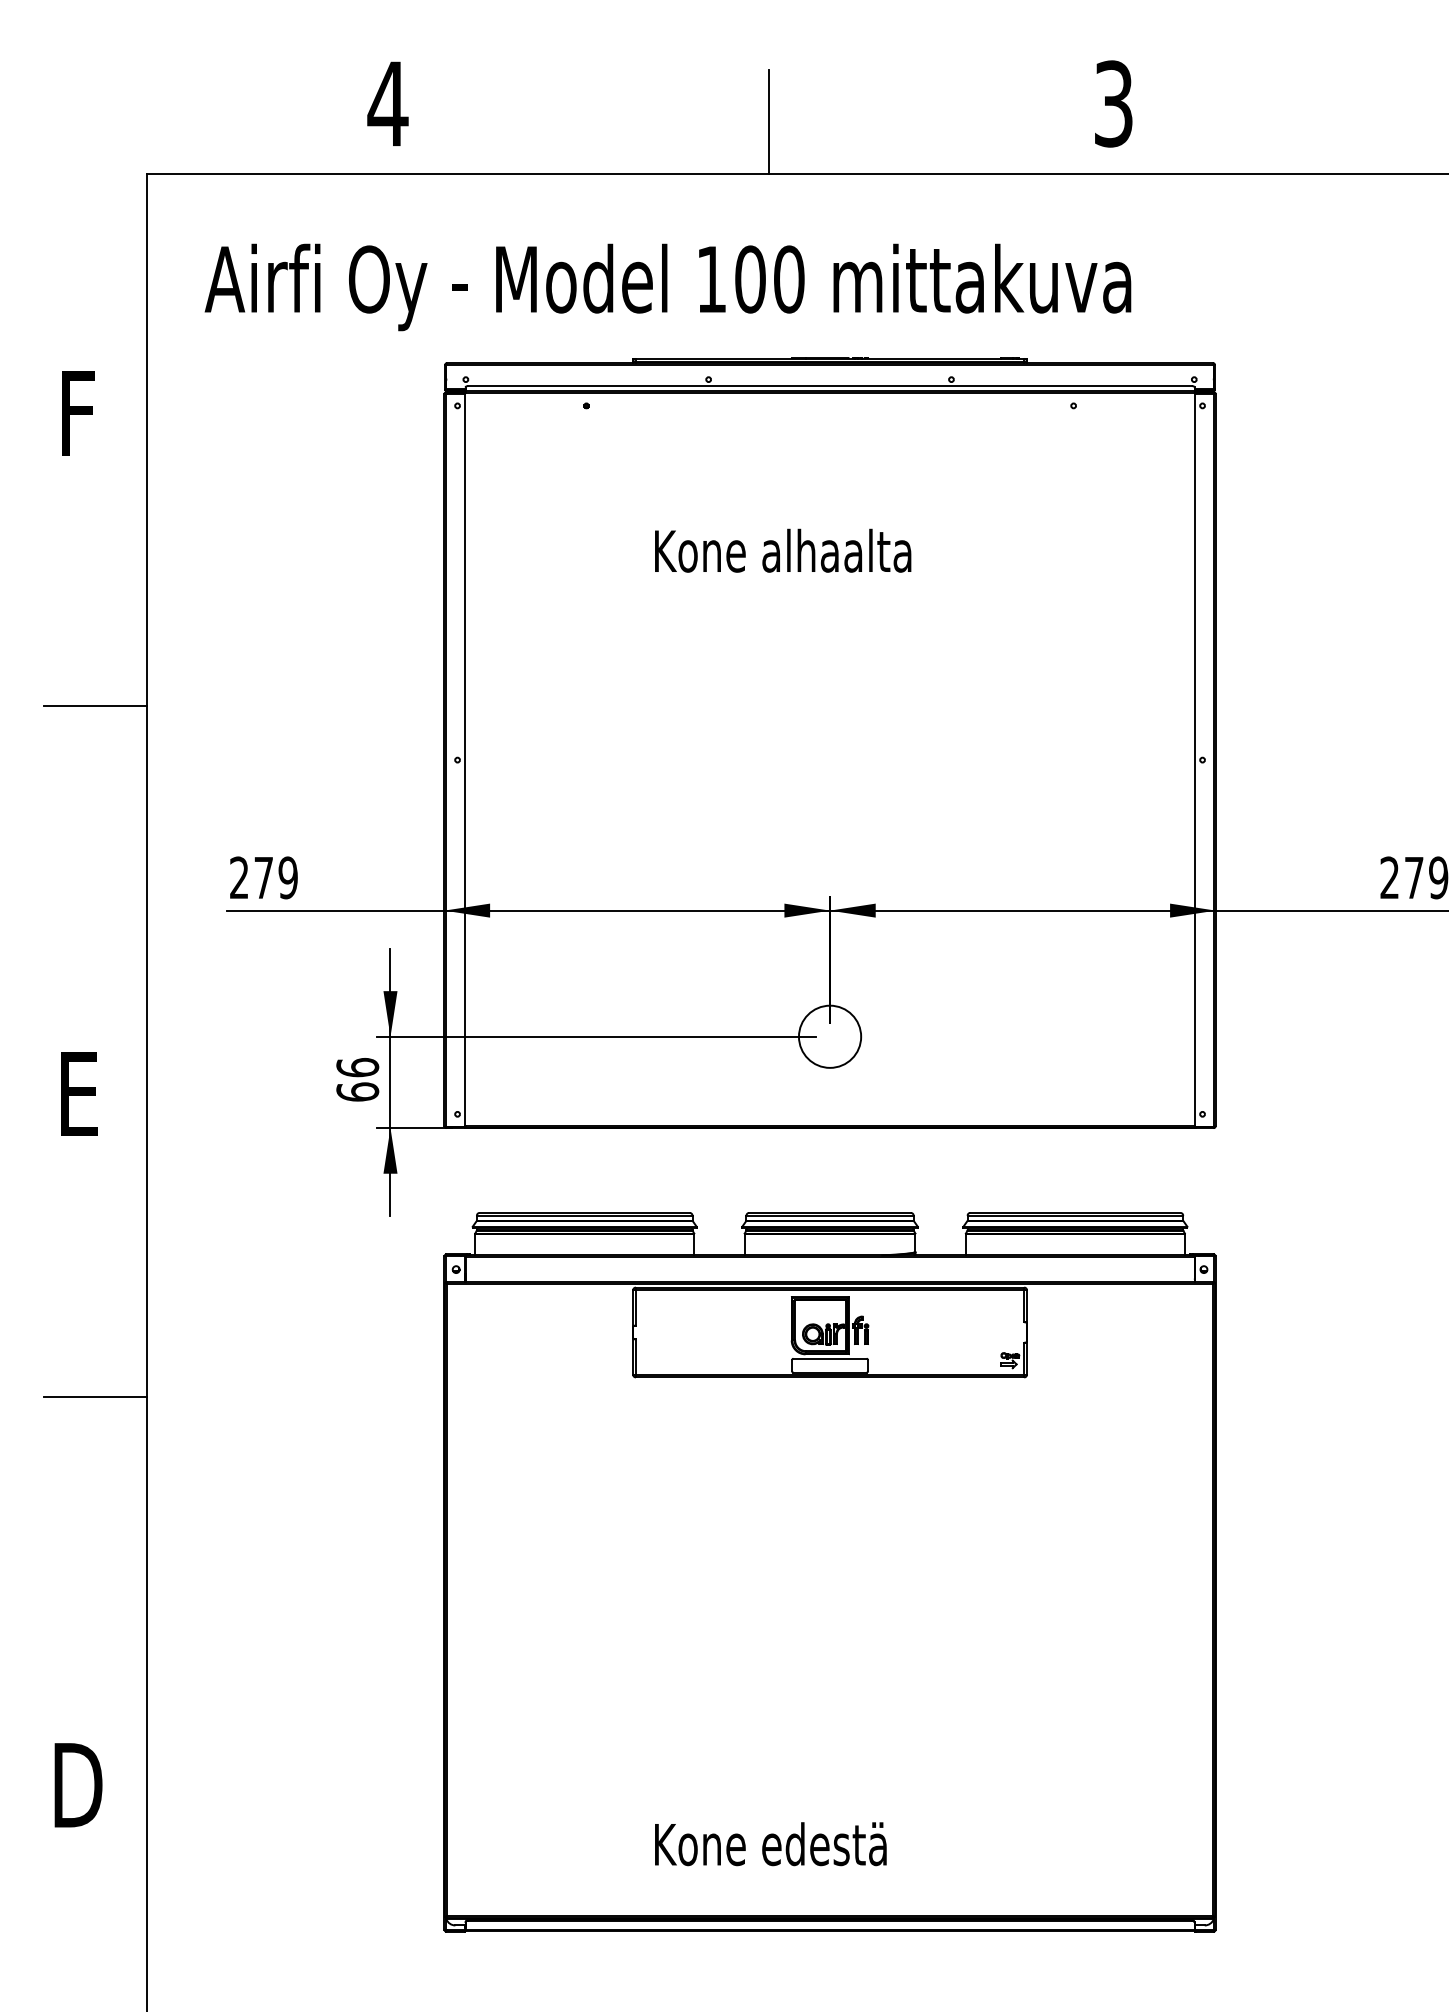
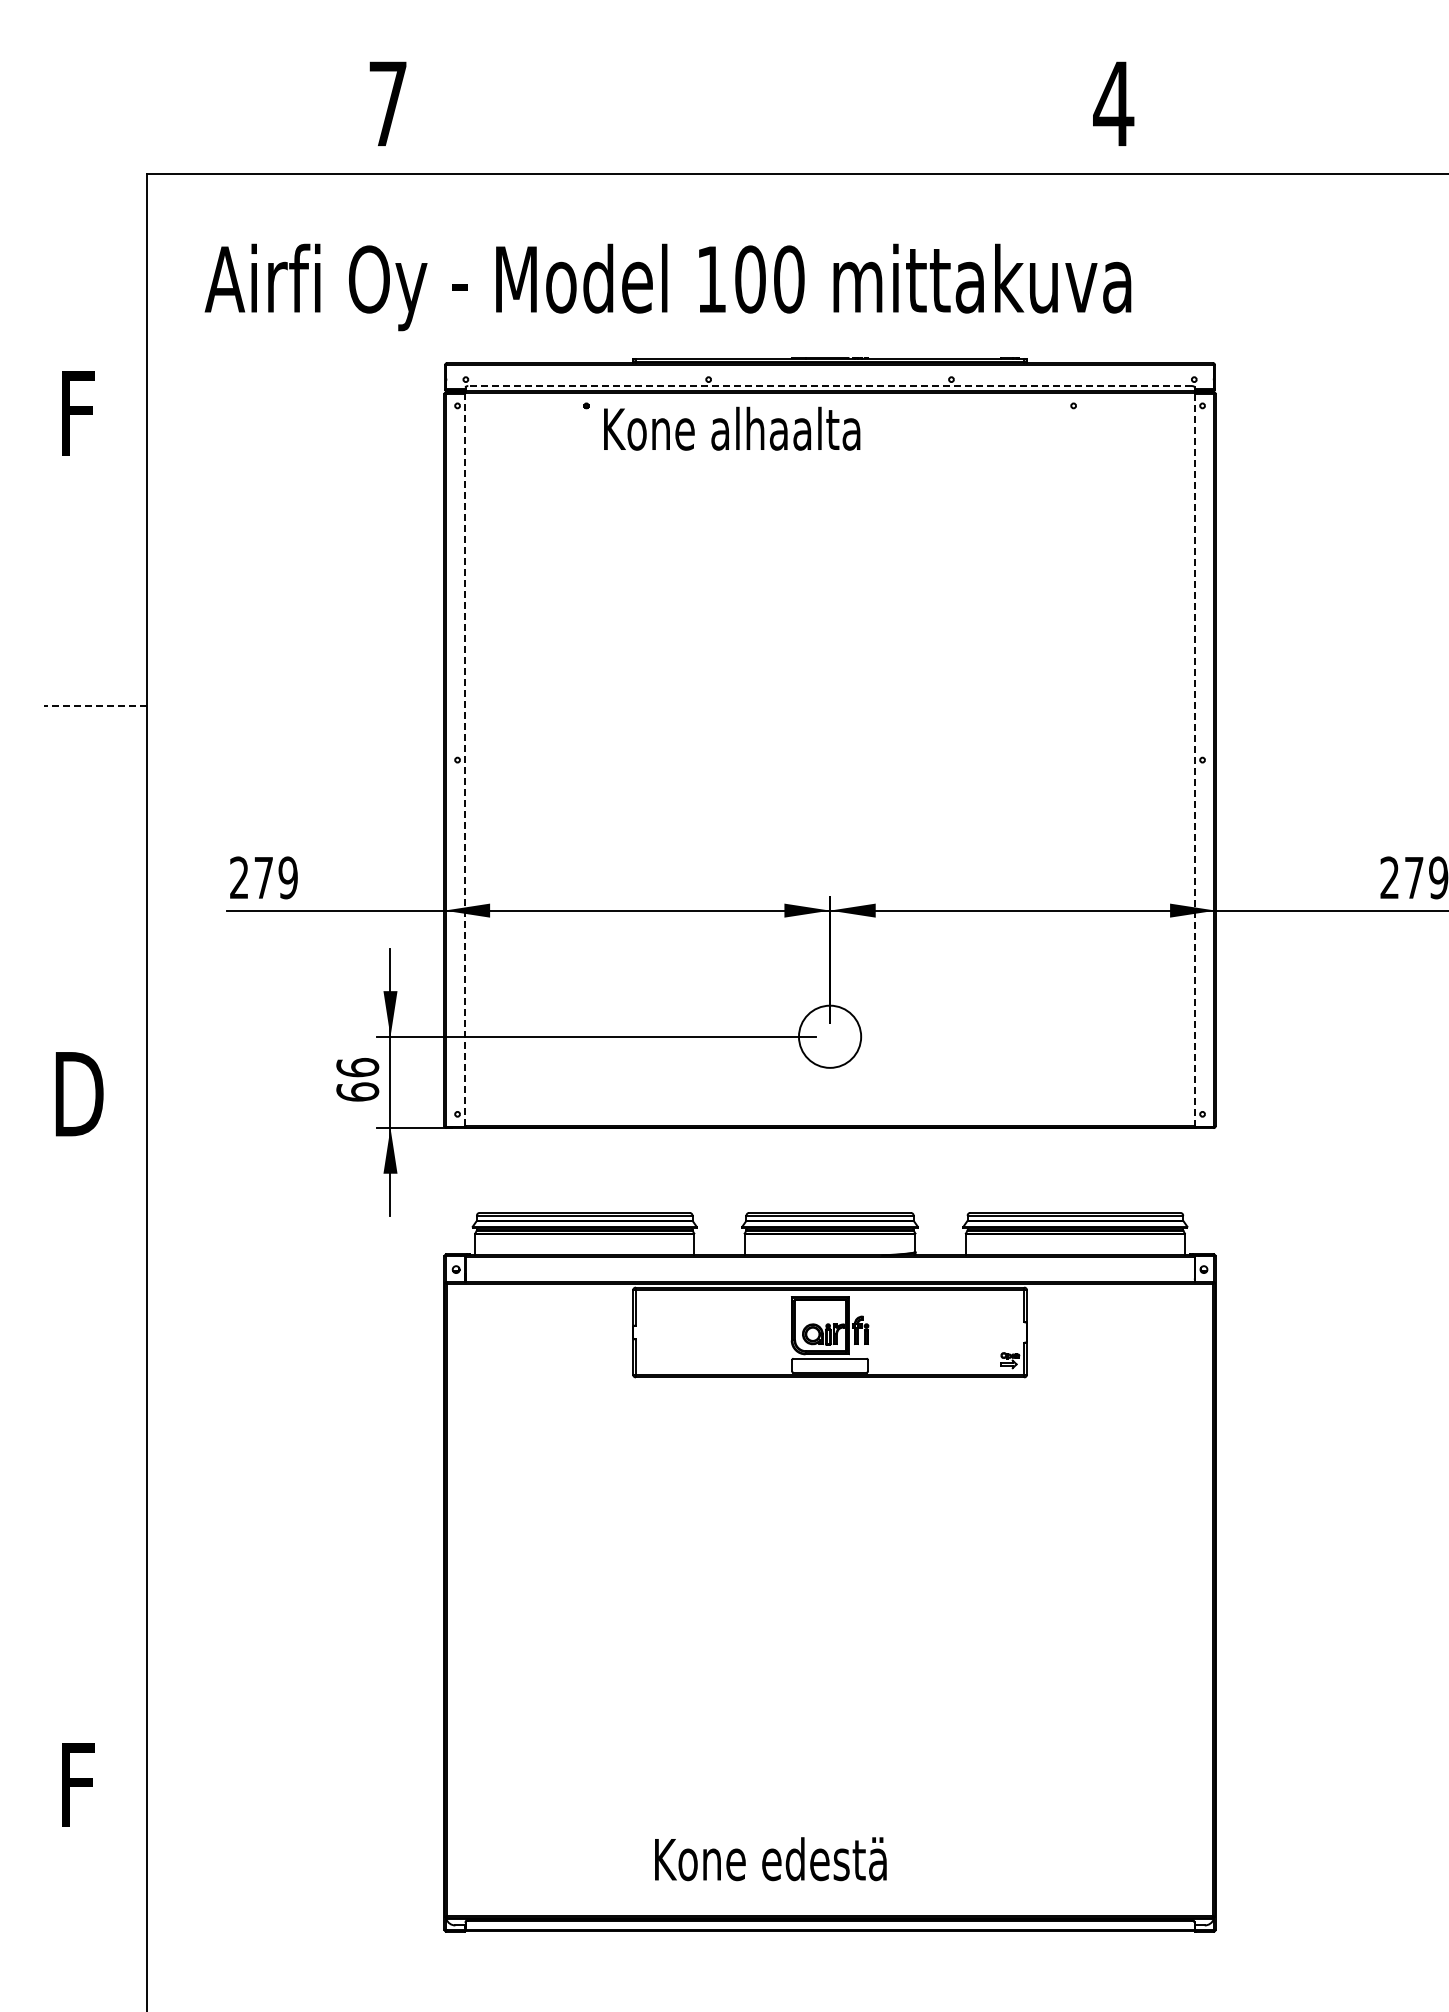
text at (387, 103): 4 -> 7
text at (1113, 103): 3 -> 4
line at (769, 122): present -> none
line at (830, 386): solid -> dashed
text at (783, 550) position: (783, 550) -> (732, 428)
line at (95, 706): solid -> dashed
line at (465, 760): solid -> dashed
line at (1194, 760): solid -> dashed
text at (79, 1094): E -> D
line at (95, 1397): present -> none
text at (78, 1785): D -> F
text at (770, 1844) position: (770, 1844) -> (770, 1859)
